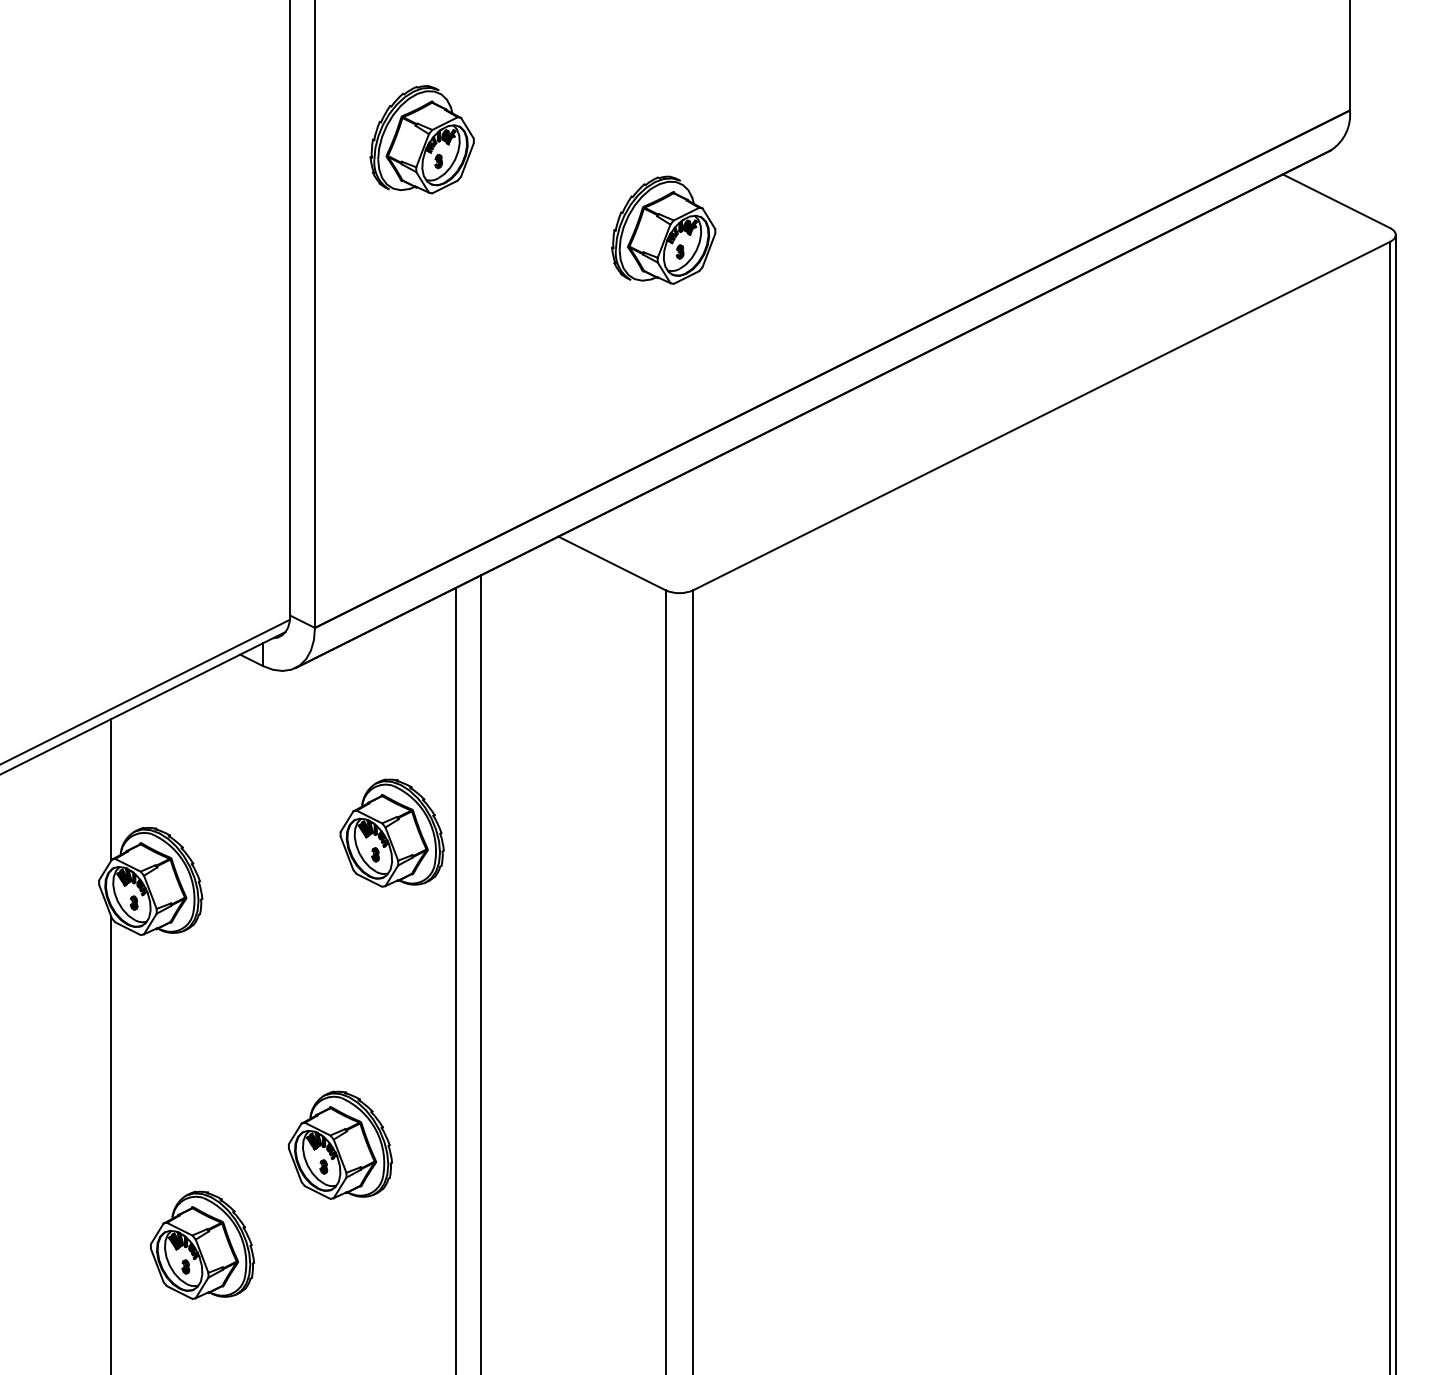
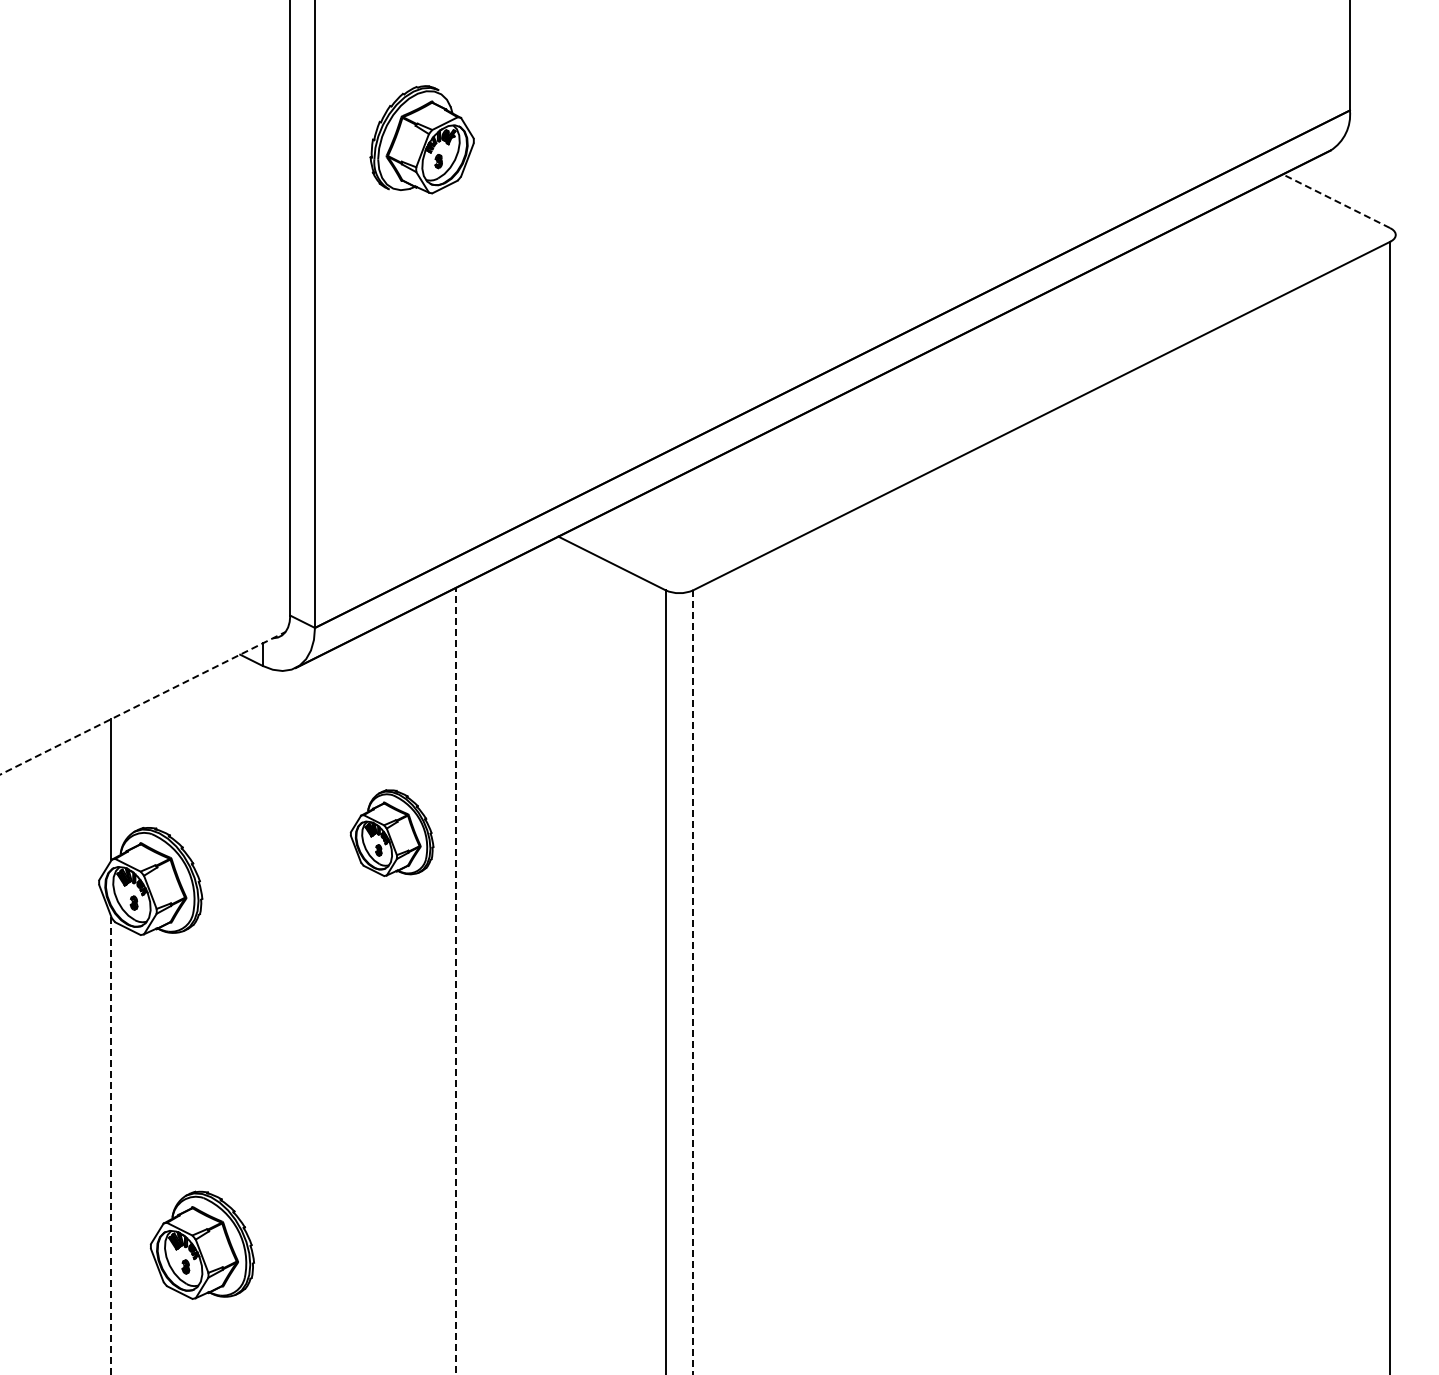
line at (1336, 201): solid -> dashed
part at (663, 229): present -> none
line at (146, 691): present -> none
line at (143, 703): solid -> dashed
line at (1395, 803): present -> none
part at (391, 832) size: 106x110 px -> 86x88 px
line at (481, 973): present -> none
line at (456, 980): solid -> dashed
line at (693, 982): solid -> dashed
part at (339, 1144): present -> none
line at (111, 1145): solid -> dashed
